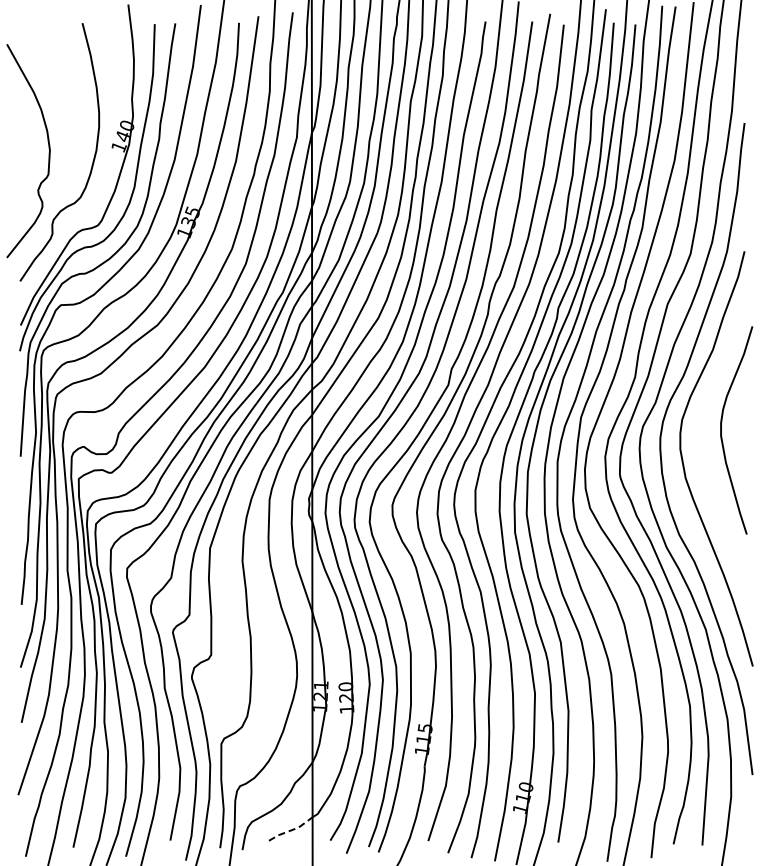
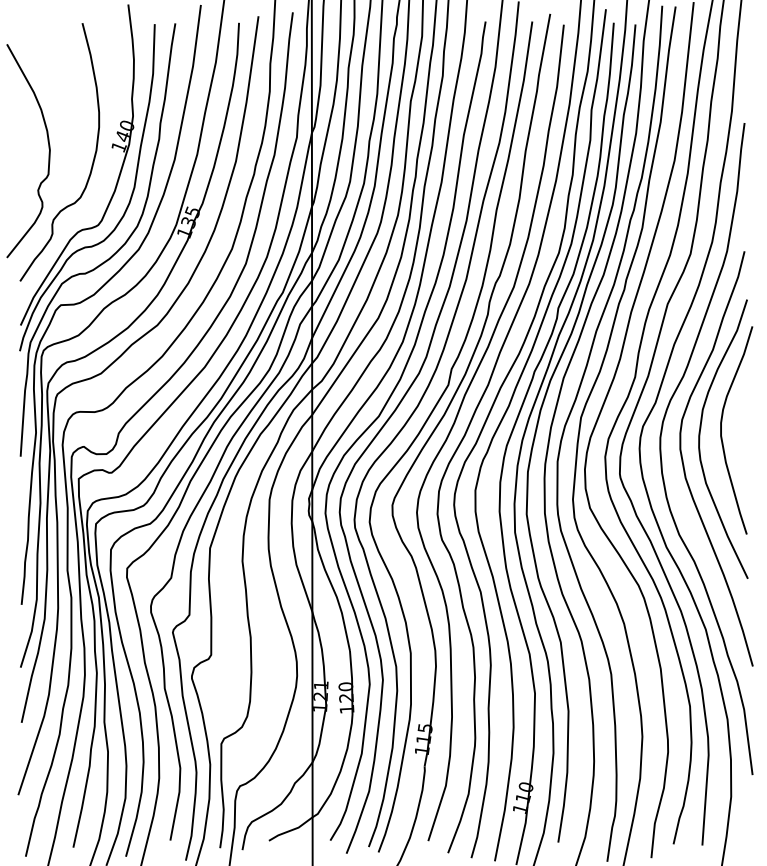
curve at (700, 438): none -> present
line at (292, 830): dashed -> solid
